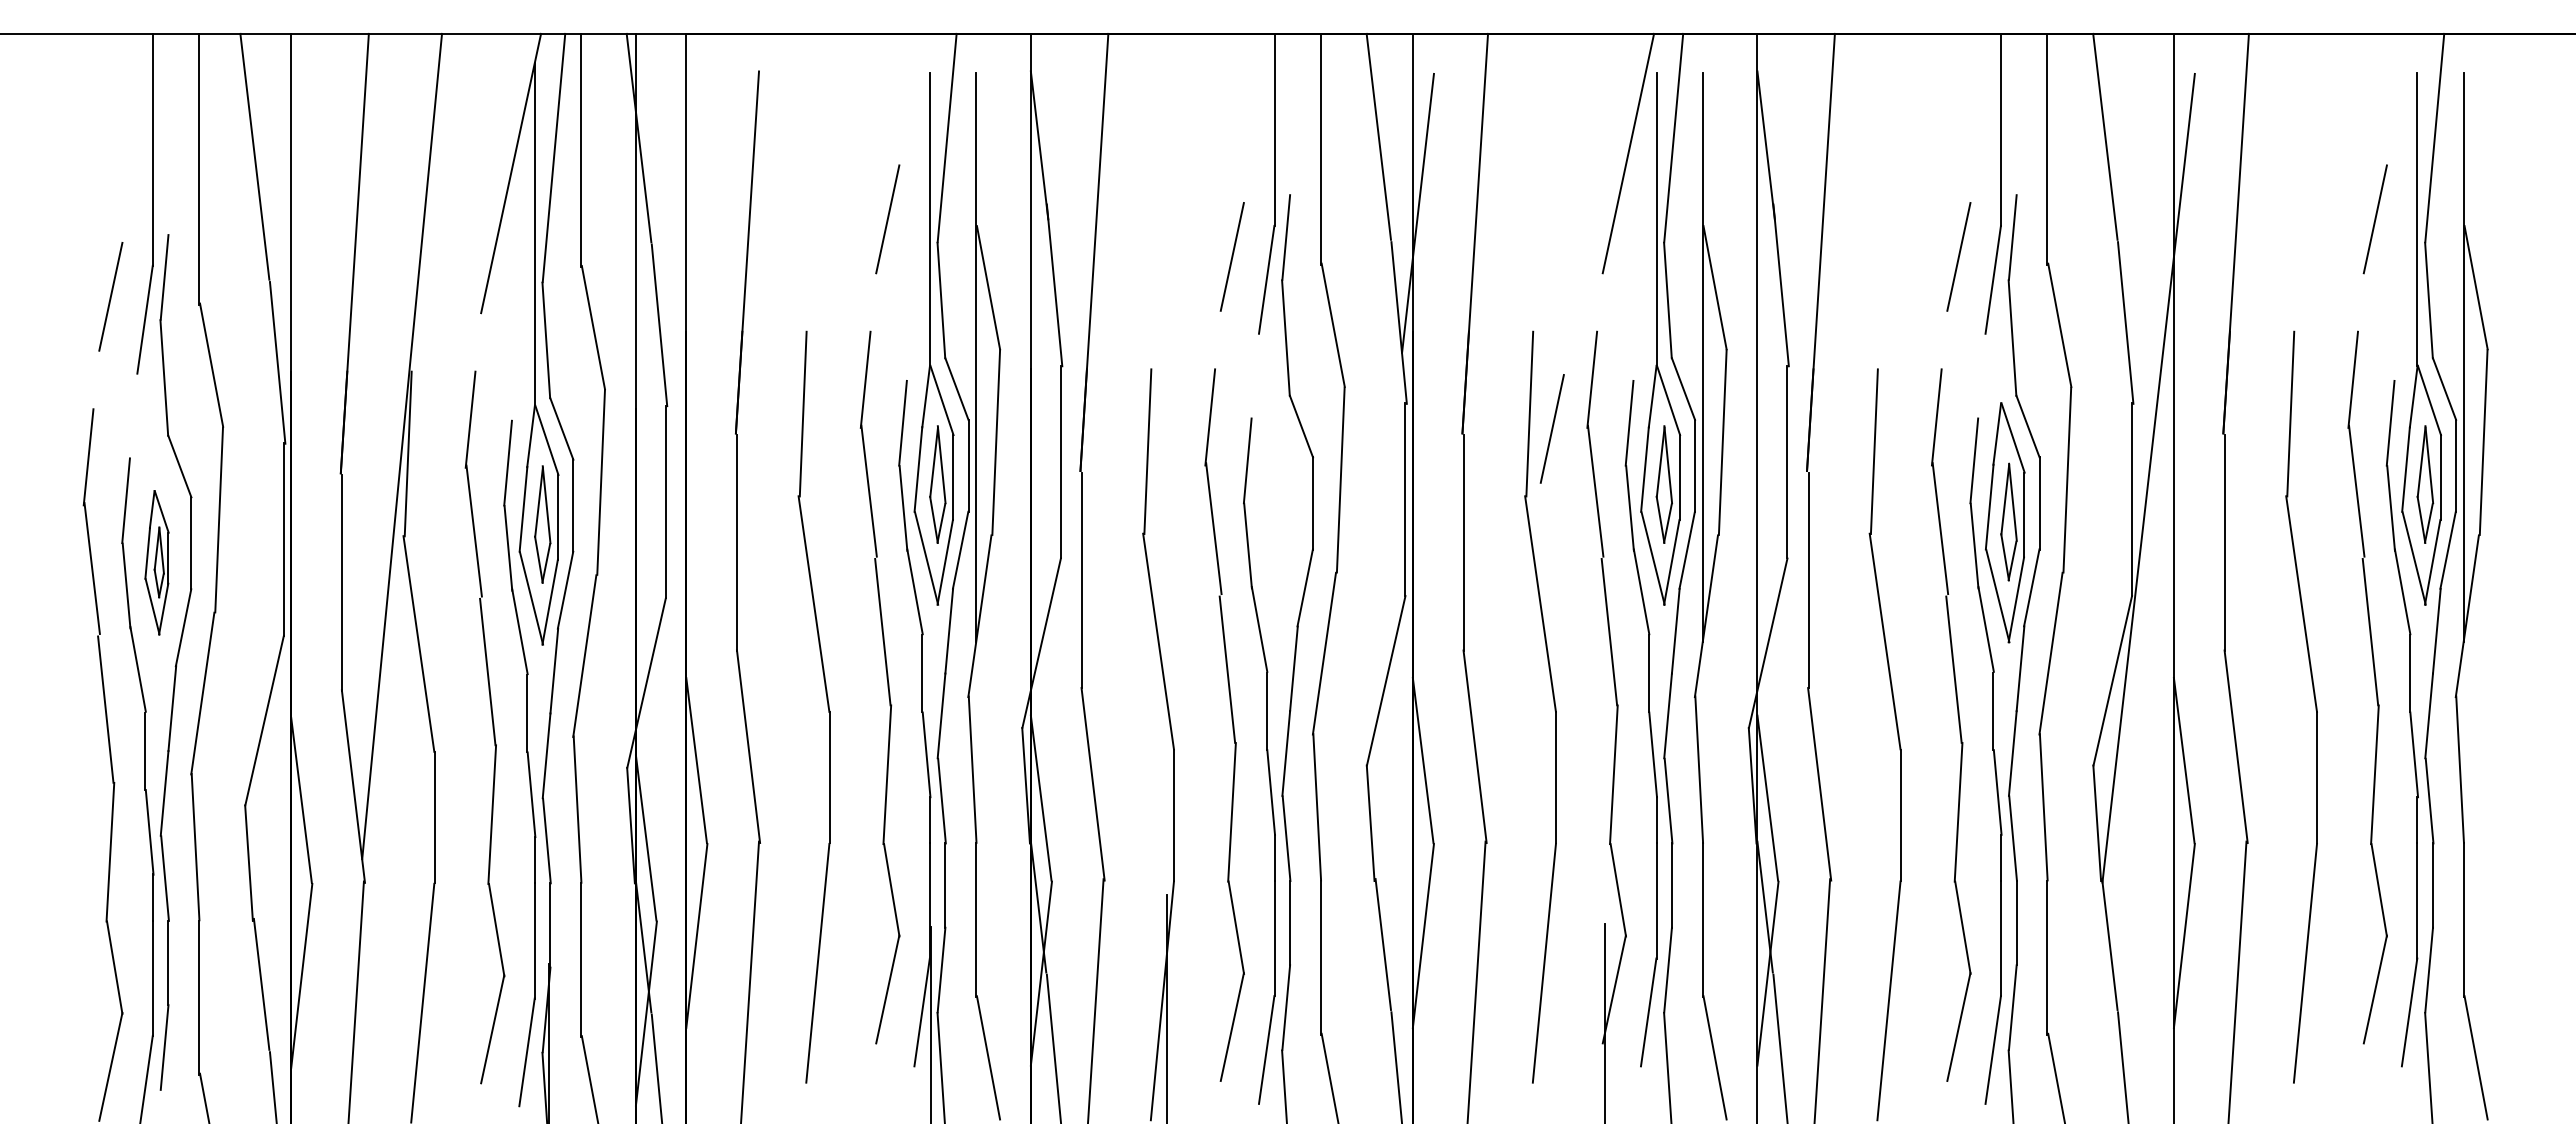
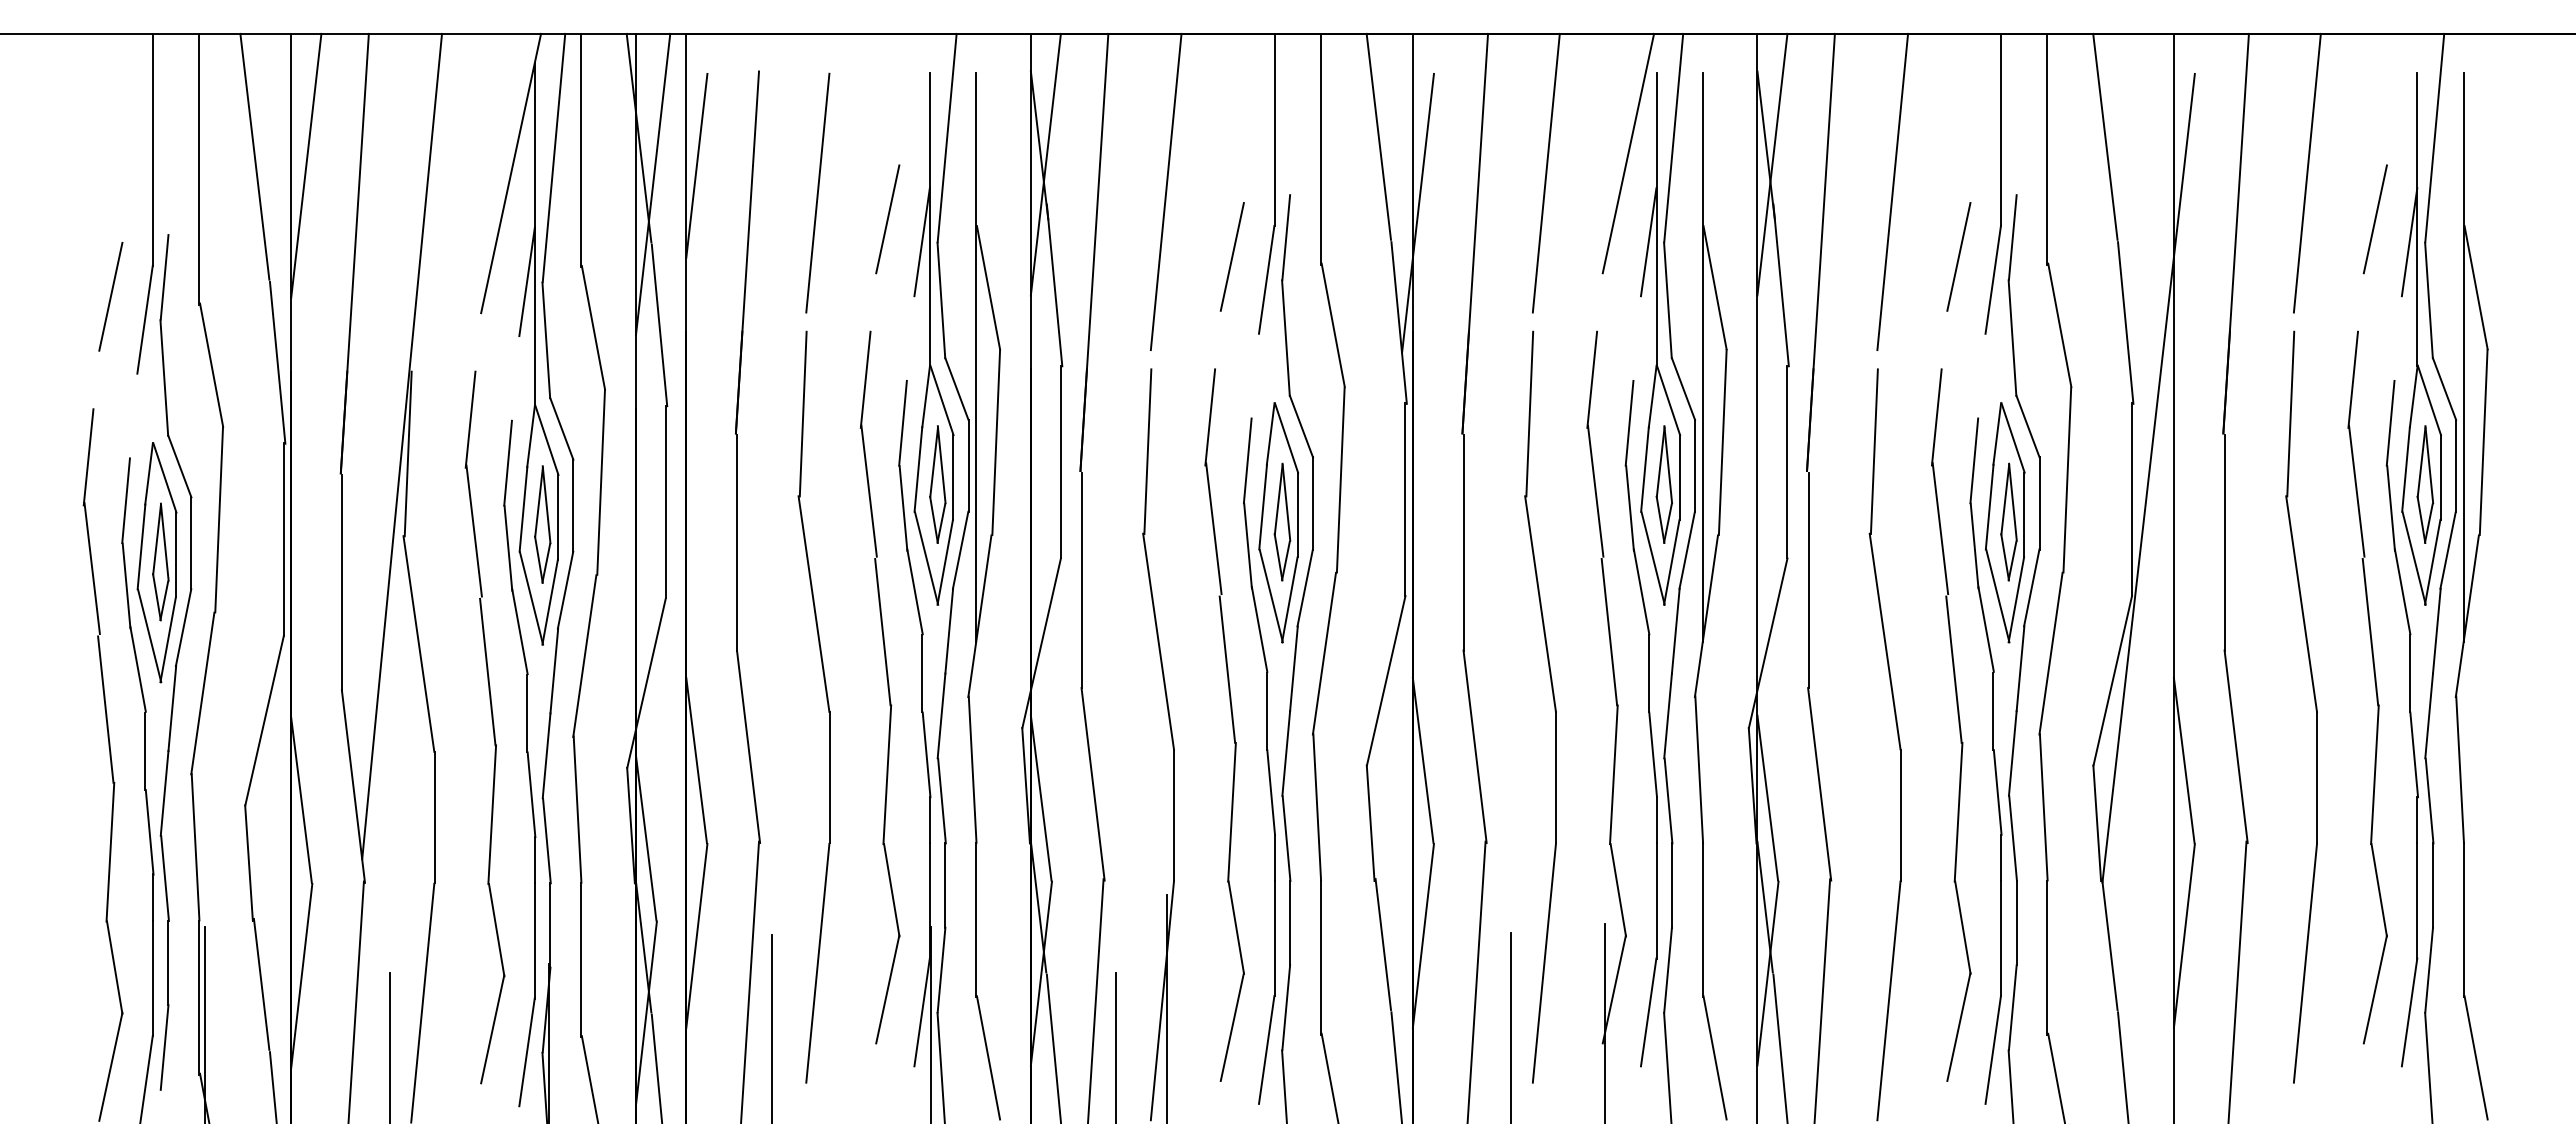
line at (1045, 164): none -> present
line at (1772, 164): none -> present
line at (306, 165): none -> present
line at (696, 165): none -> present
line at (1545, 172): none -> present
line at (2306, 172): none -> present
line at (652, 184): none -> present
line at (1165, 191): none -> present
line at (1892, 191): none -> present
line at (817, 192): none -> present
line at (921, 242): none -> present
line at (1648, 242): none -> present
line at (2409, 242): none -> present
line at (526, 281): none -> present
line at (1551, 428): present -> none
part at (1278, 522): none -> present
part at (156, 562) size: 26x146 px -> 42x242 px
line at (204, 1023): none -> present
line at (1511, 1026): none -> present
line at (771, 1027): none -> present
line at (389, 1046): none -> present
line at (1116, 1046): none -> present
